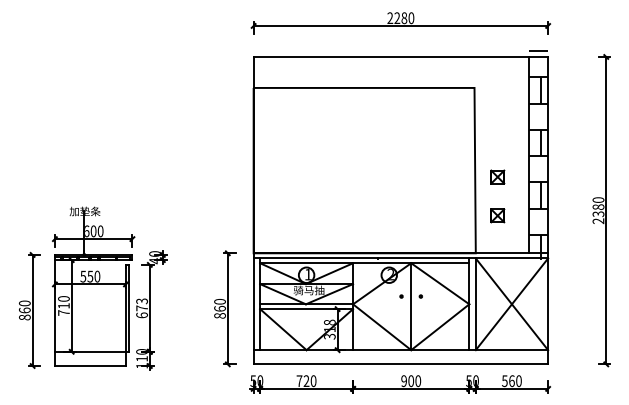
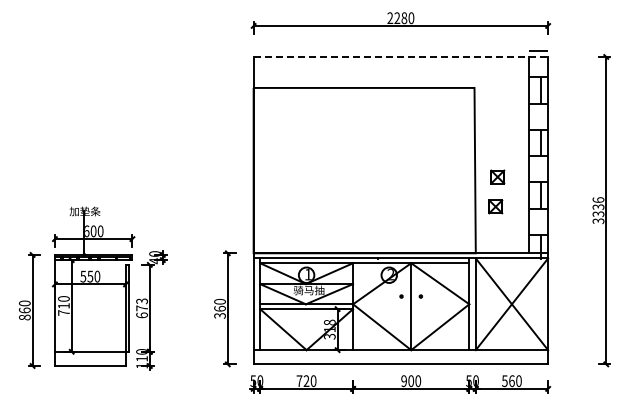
line at (401, 56): solid -> dashed
text at (598, 210): 2380 -> 3336
part at (497, 215) position: (497, 215) -> (495, 206)
text at (219, 315): 860 -> 360
